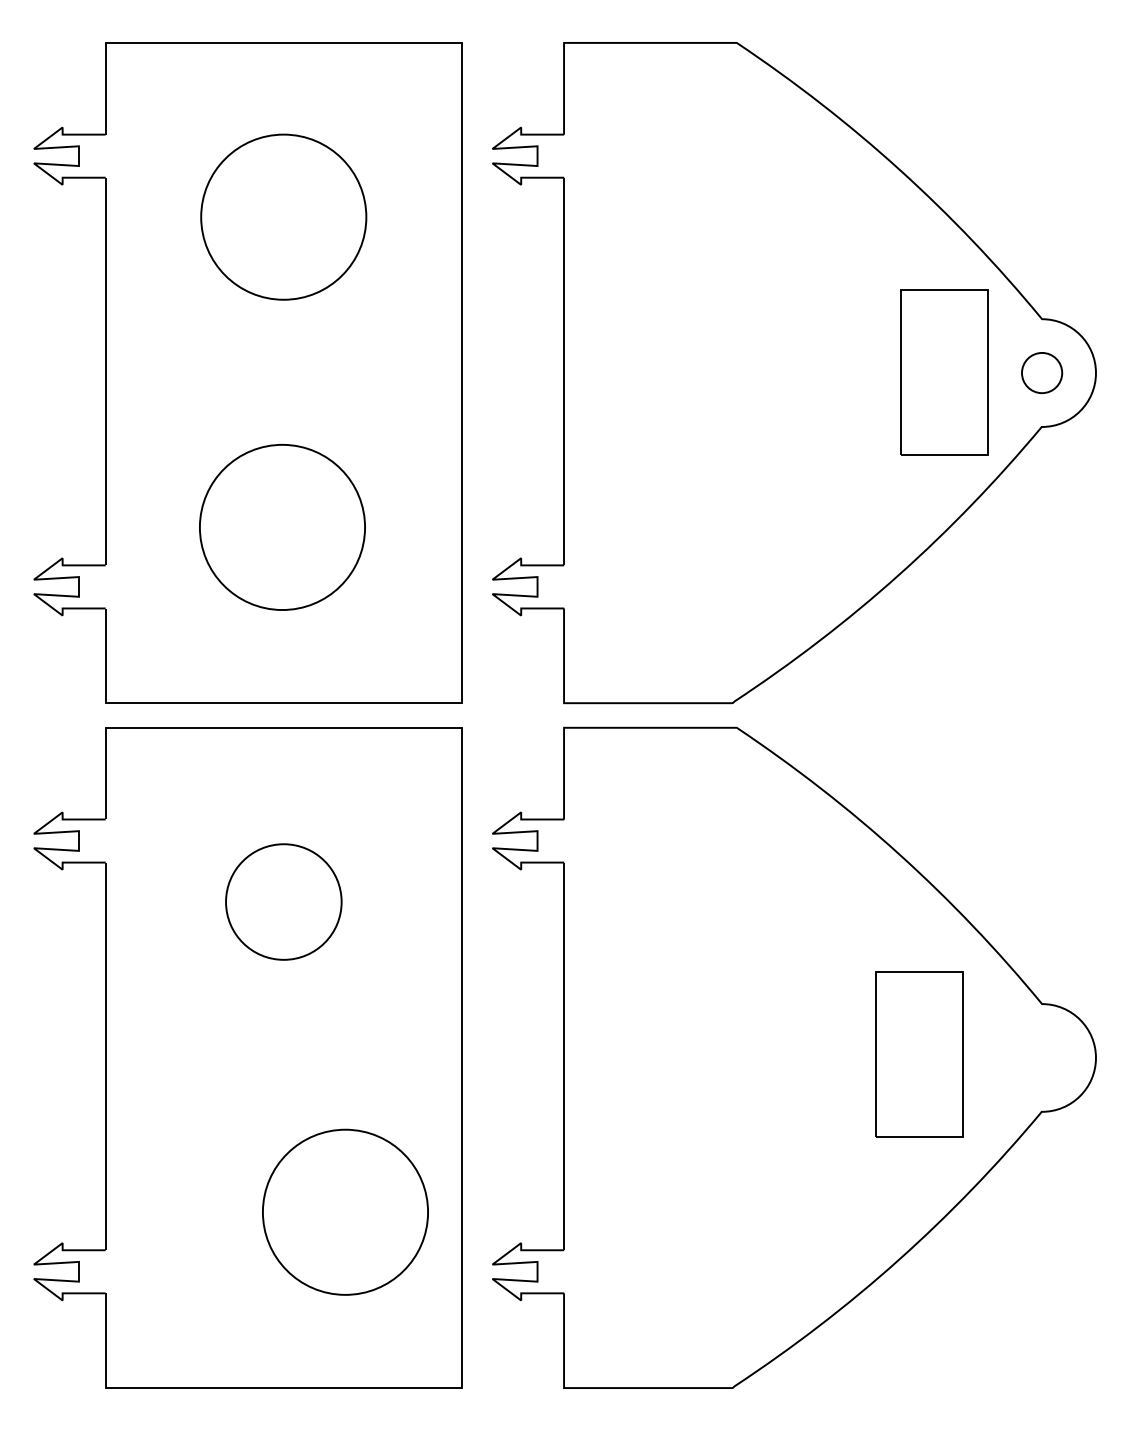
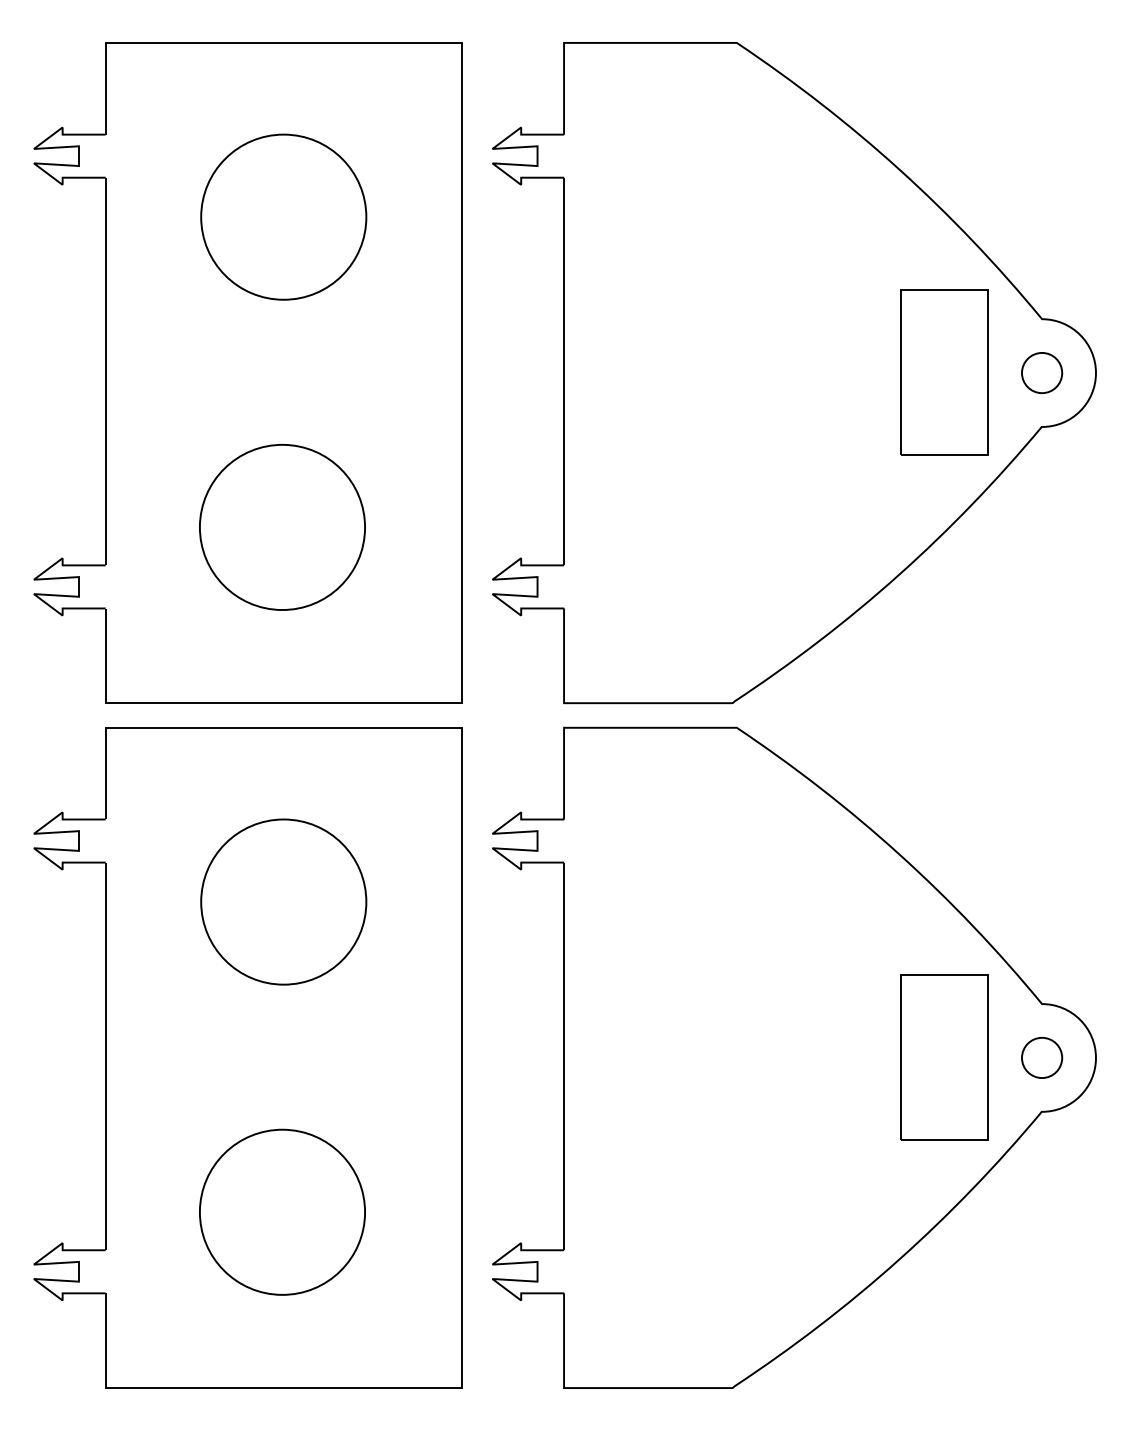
part at (283, 901) size: 118x118 px -> 168x168 px
part at (919, 1054) position: (919, 1054) -> (944, 1057)
part at (1042, 1057): none -> present
part at (345, 1211) position: (345, 1211) -> (282, 1211)
